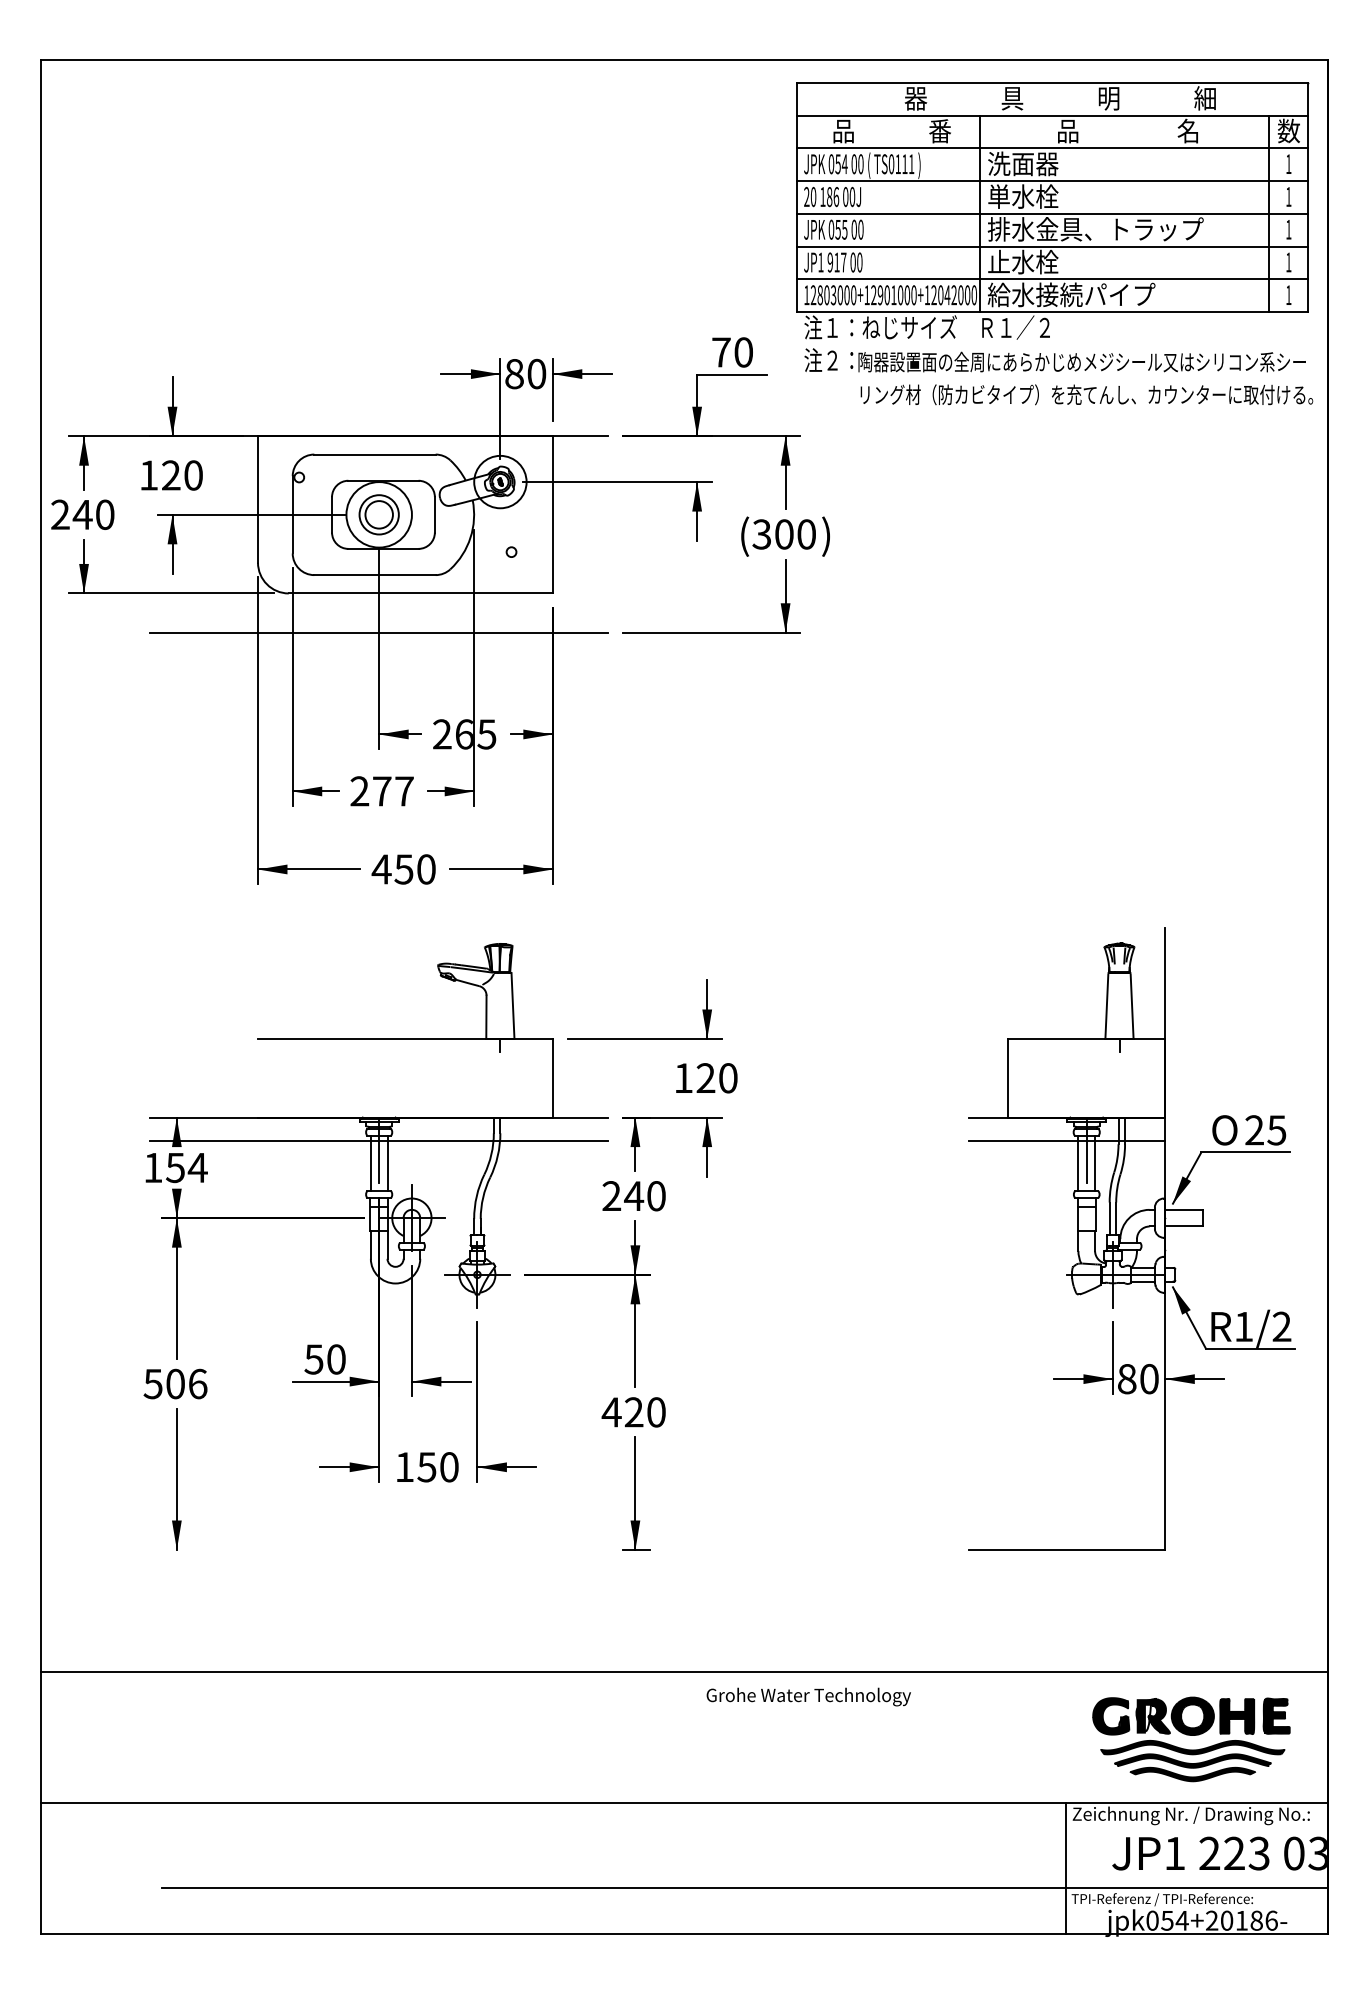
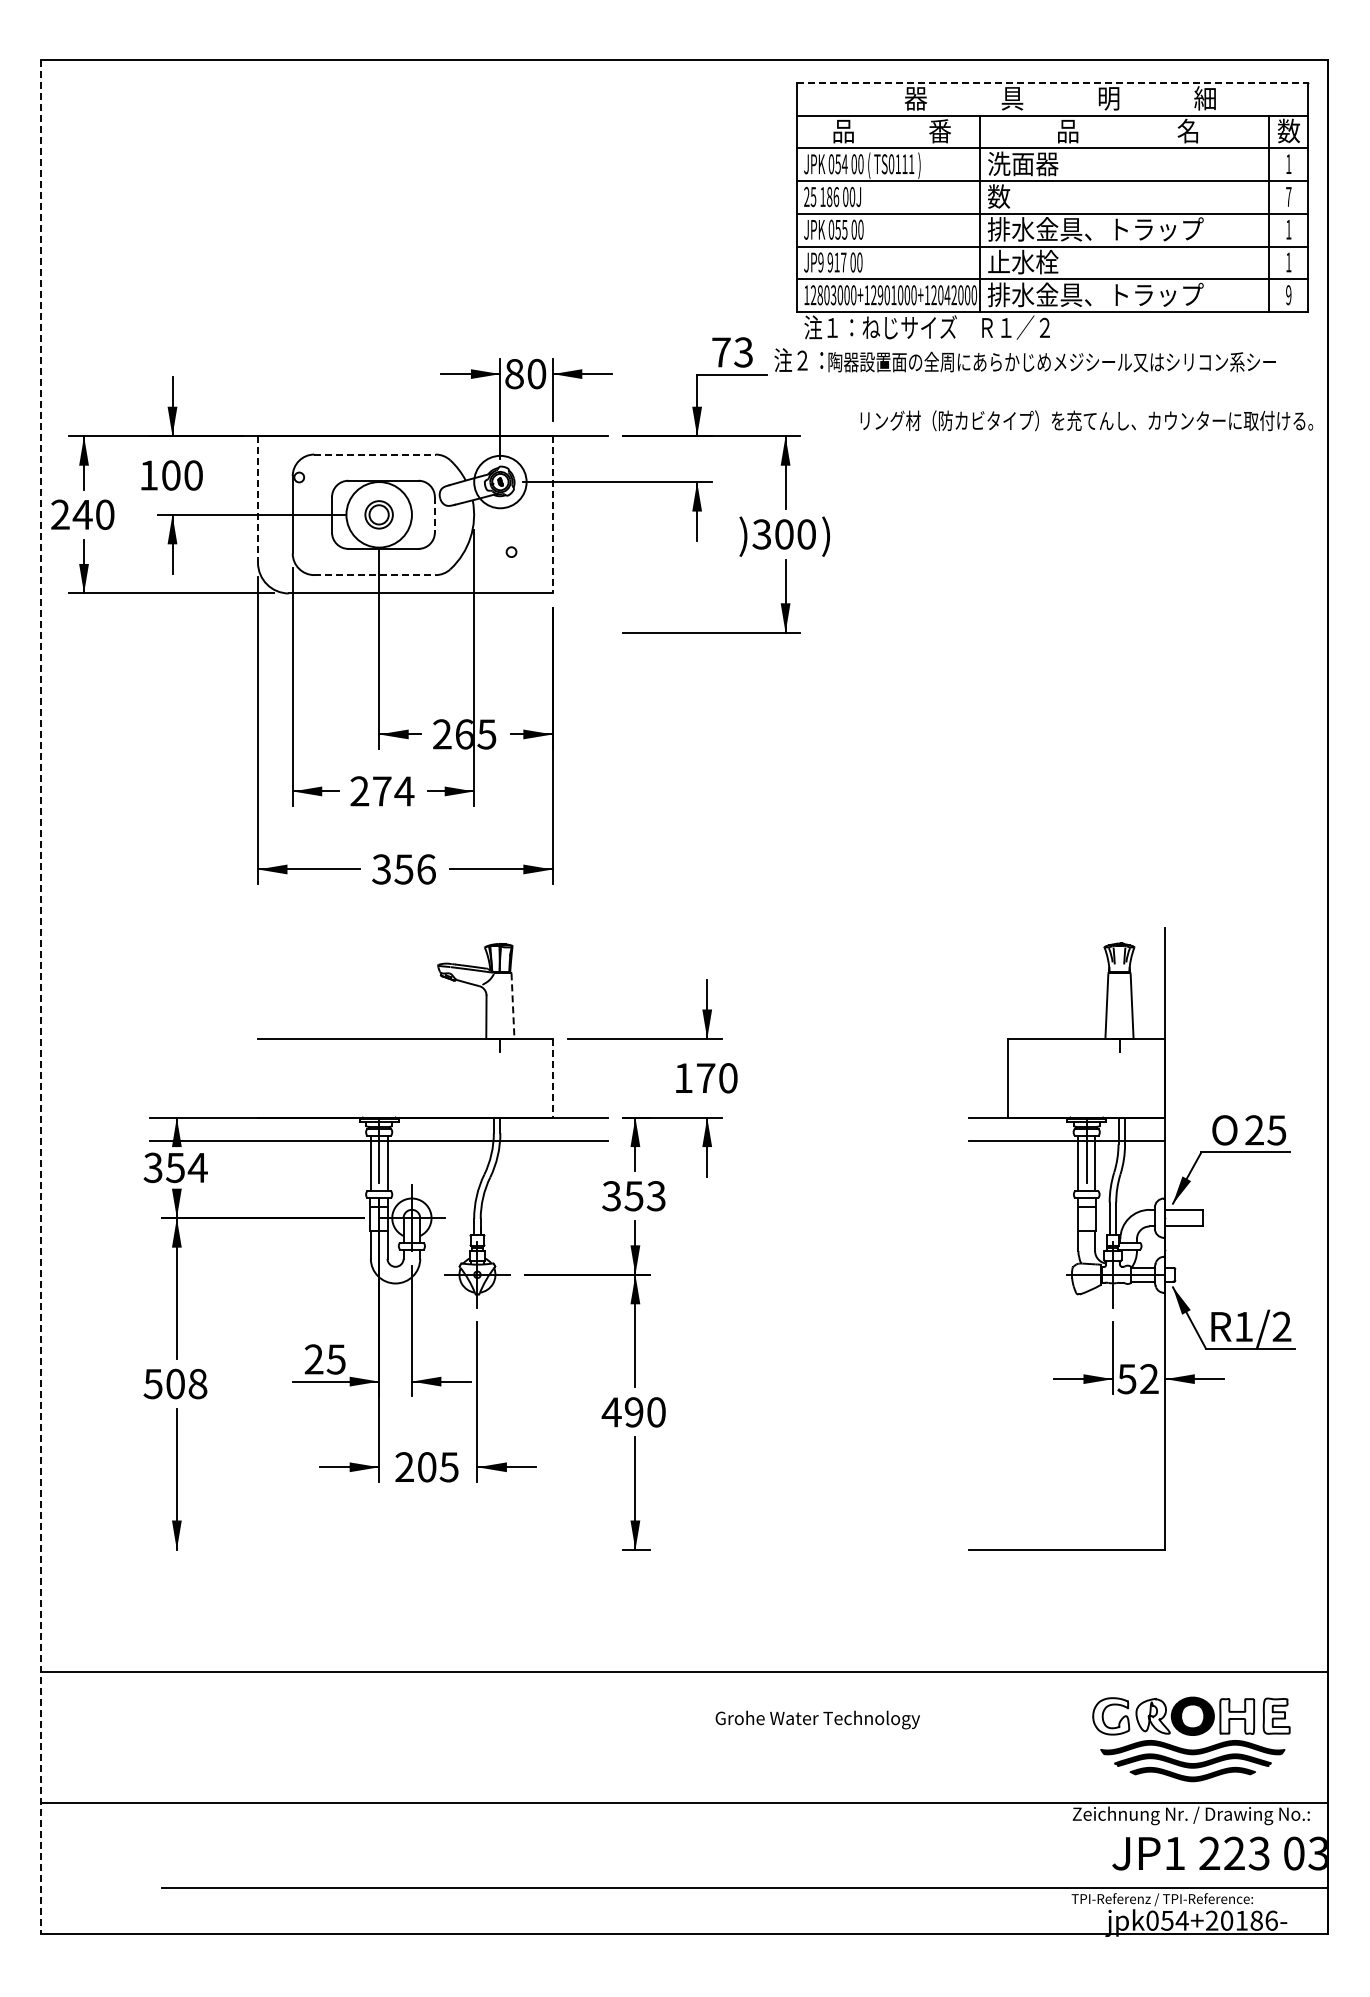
line at (1052, 82): solid -> dashed
text at (813, 196): 20 -> 25
text at (1023, 196): 単水栓 -> 数
text at (1288, 196): 1 -> 7
text at (820, 262): JP1 -> JP9
text at (1095, 294): 給水接続パイプ -> 排水金具、トラップ
text at (1288, 295): 1 -> 9
text at (743, 352): 70 -> 73
text at (1054, 360) position: (1054, 360) -> (1024, 360)
text at (1086, 394) position: (1086, 394) -> (1086, 420)
line at (375, 454): solid -> dashed
text at (171, 475): 120 -> 100
line at (258, 499): solid -> dashed
part at (378, 514) size: 42x42 px -> 30x30 px
line at (434, 514): solid -> dashed
line at (552, 514): solid -> dashed
text at (744, 536): ( -> )
line at (375, 575): solid -> dashed
line at (378, 632): present -> none
text at (404, 791): 277 -> 274
text at (403, 869): 450 -> 356
line at (40, 996): solid -> dashed
line at (513, 1006): solid -> dashed
text at (705, 1077): 120 -> 170
line at (552, 1078): solid -> dashed
text at (152, 1167): 154 -> 354
text at (633, 1196): 240 -> 353
text at (324, 1359): 50 -> 25
text at (1137, 1379): 80 -> 52
text at (197, 1383): 506 -> 508
text at (633, 1412): 420 -> 490
text at (426, 1467): 150 -> 205
text at (808, 1696) position: (808, 1696) -> (817, 1719)
fill at (1111, 1716): present -> none
fill at (1153, 1716): present -> none
fill at (1237, 1716): present -> none
fill at (1276, 1716): present -> none
line at (1065, 1867): present -> none
